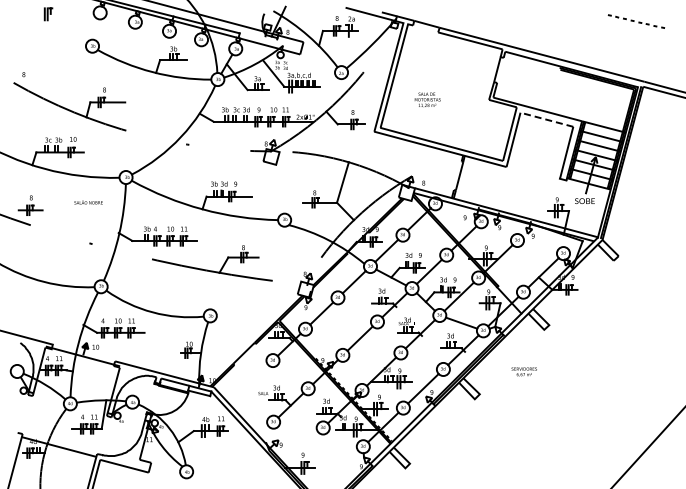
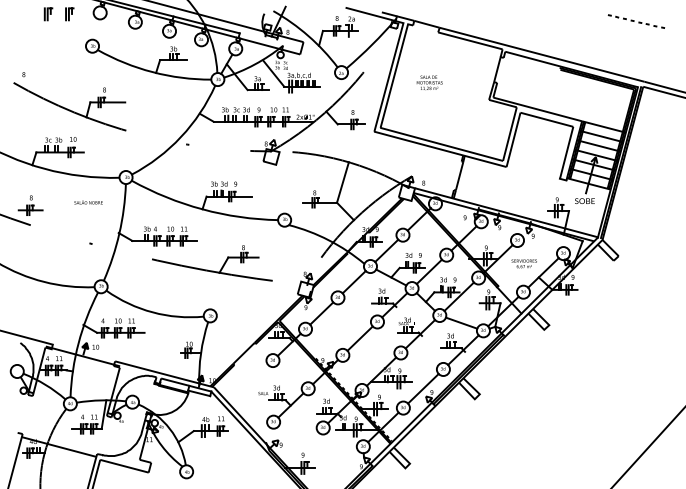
part at (69, 14): none -> present
text at (427, 99) position: (427, 99) -> (429, 82)
line at (546, 119): dashed -> solid
text at (523, 371) position: (523, 371) -> (523, 263)
